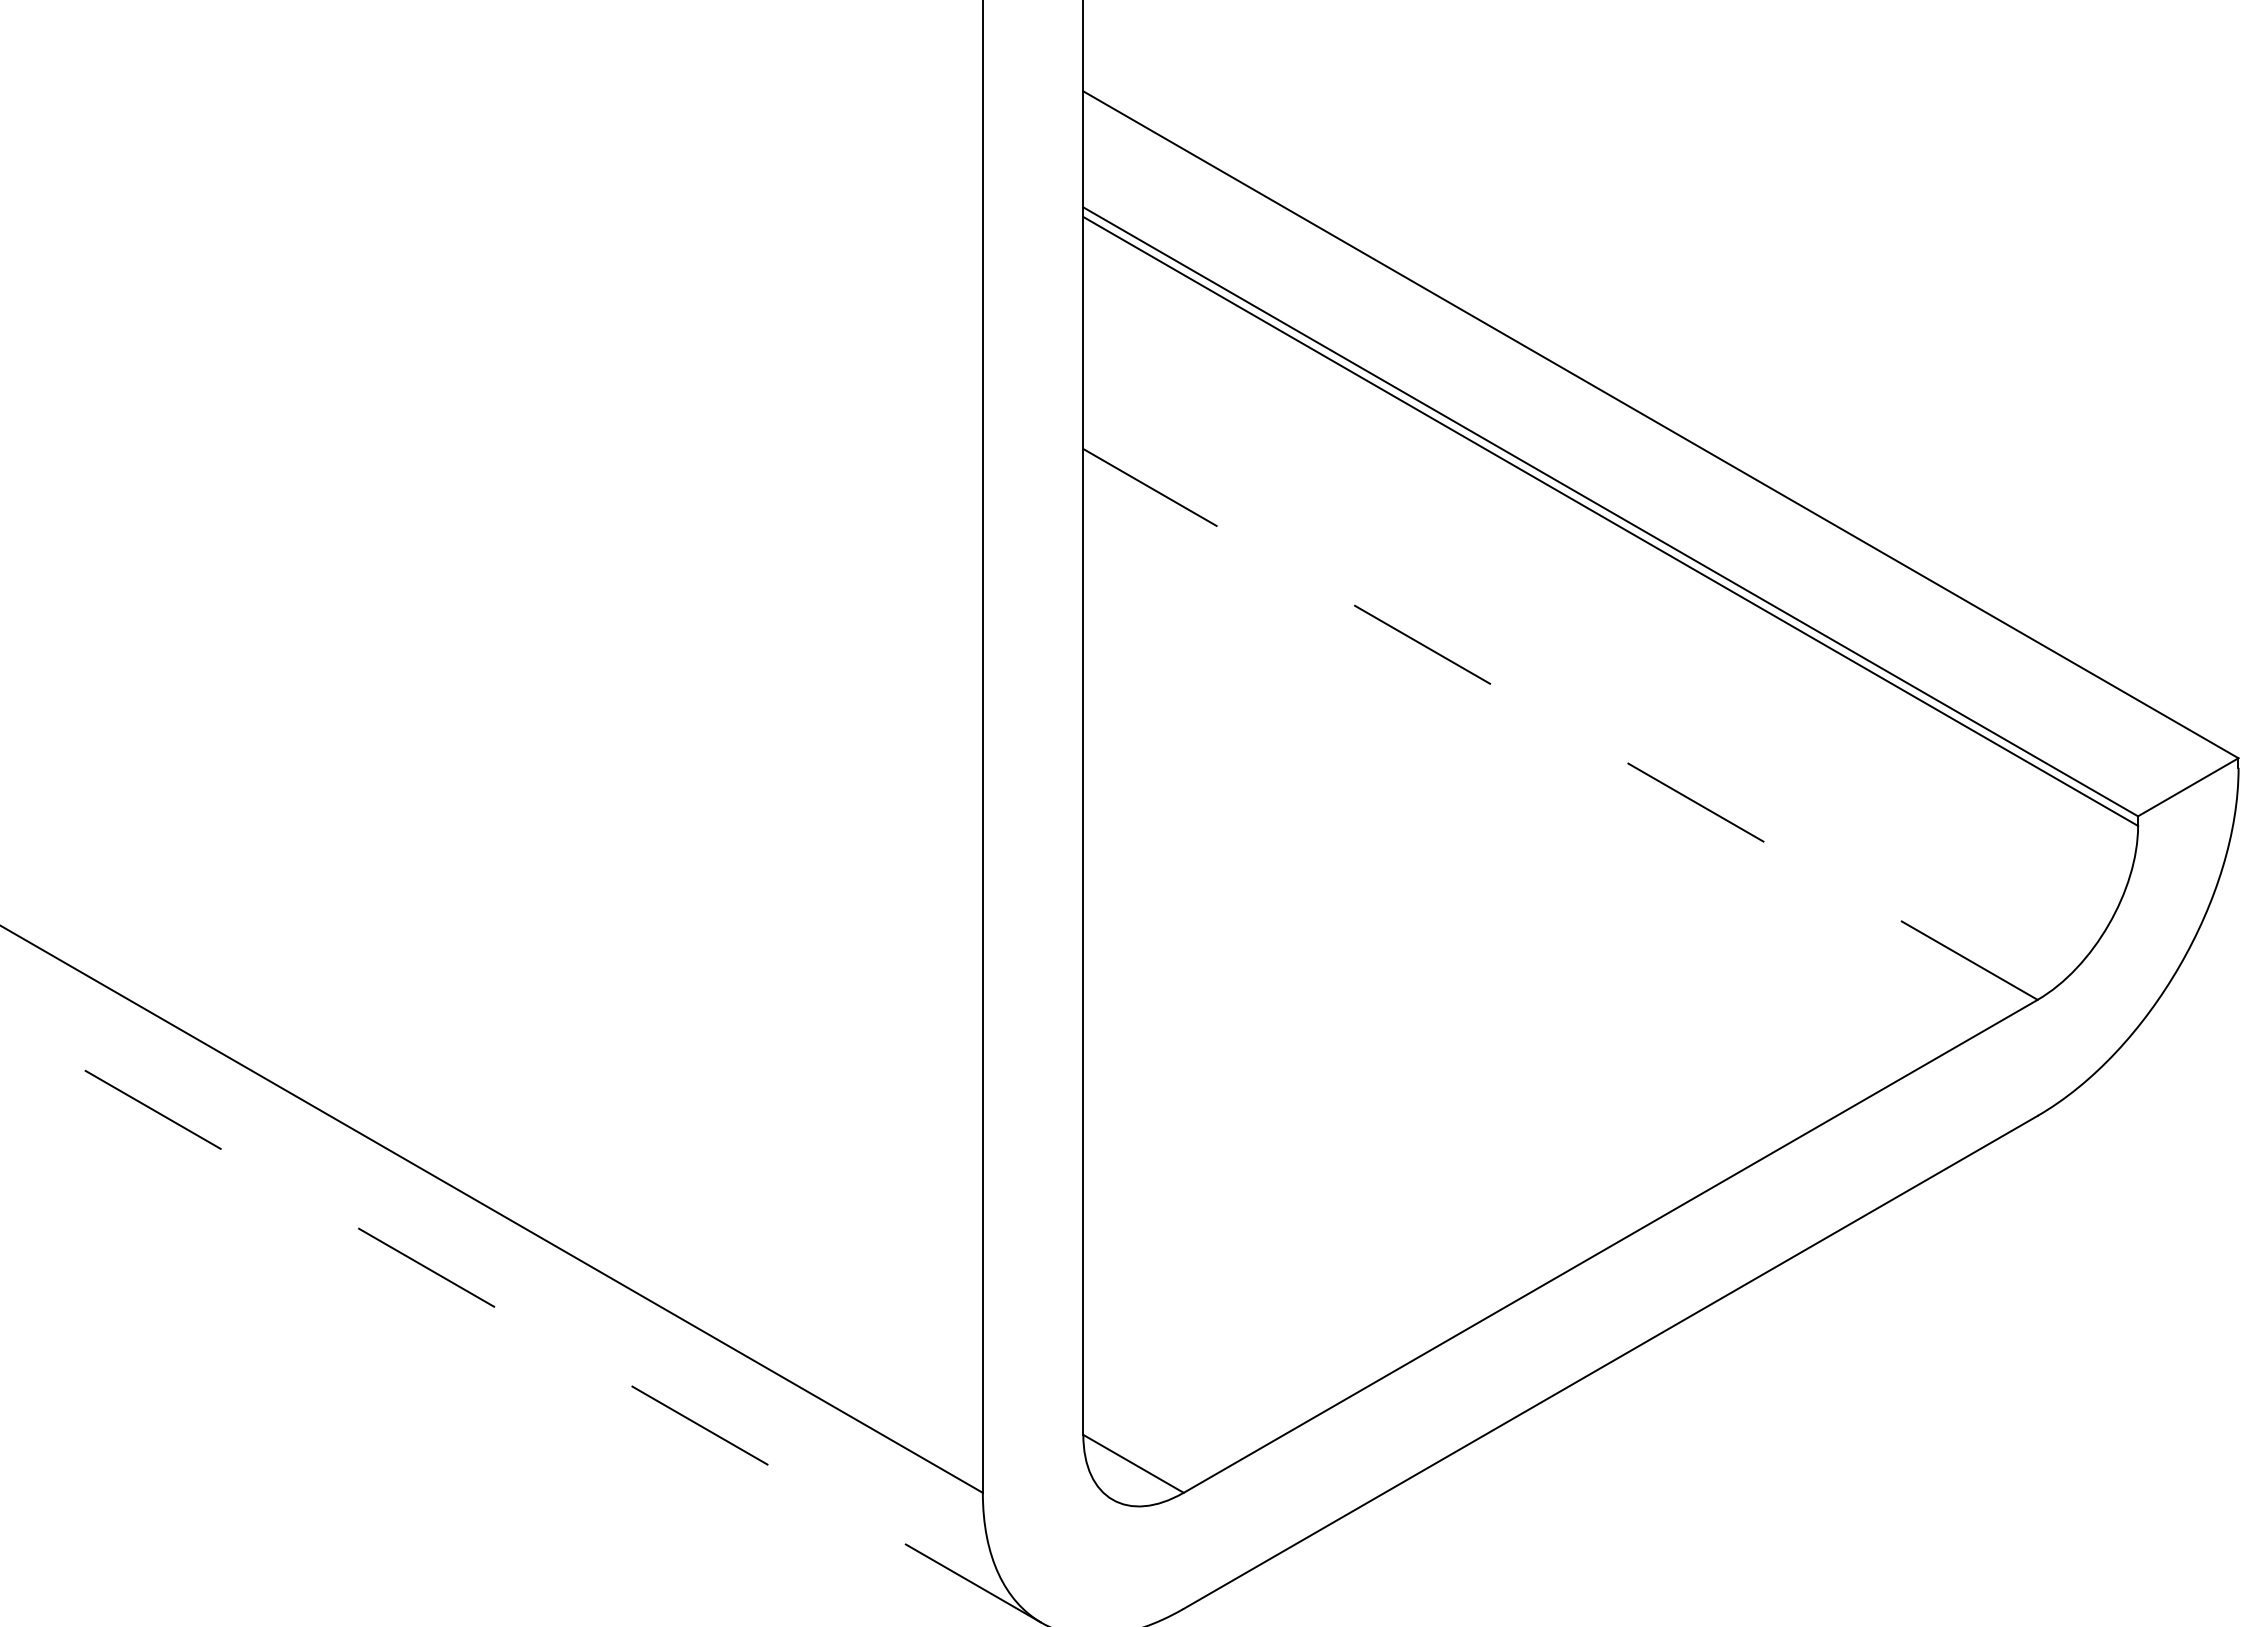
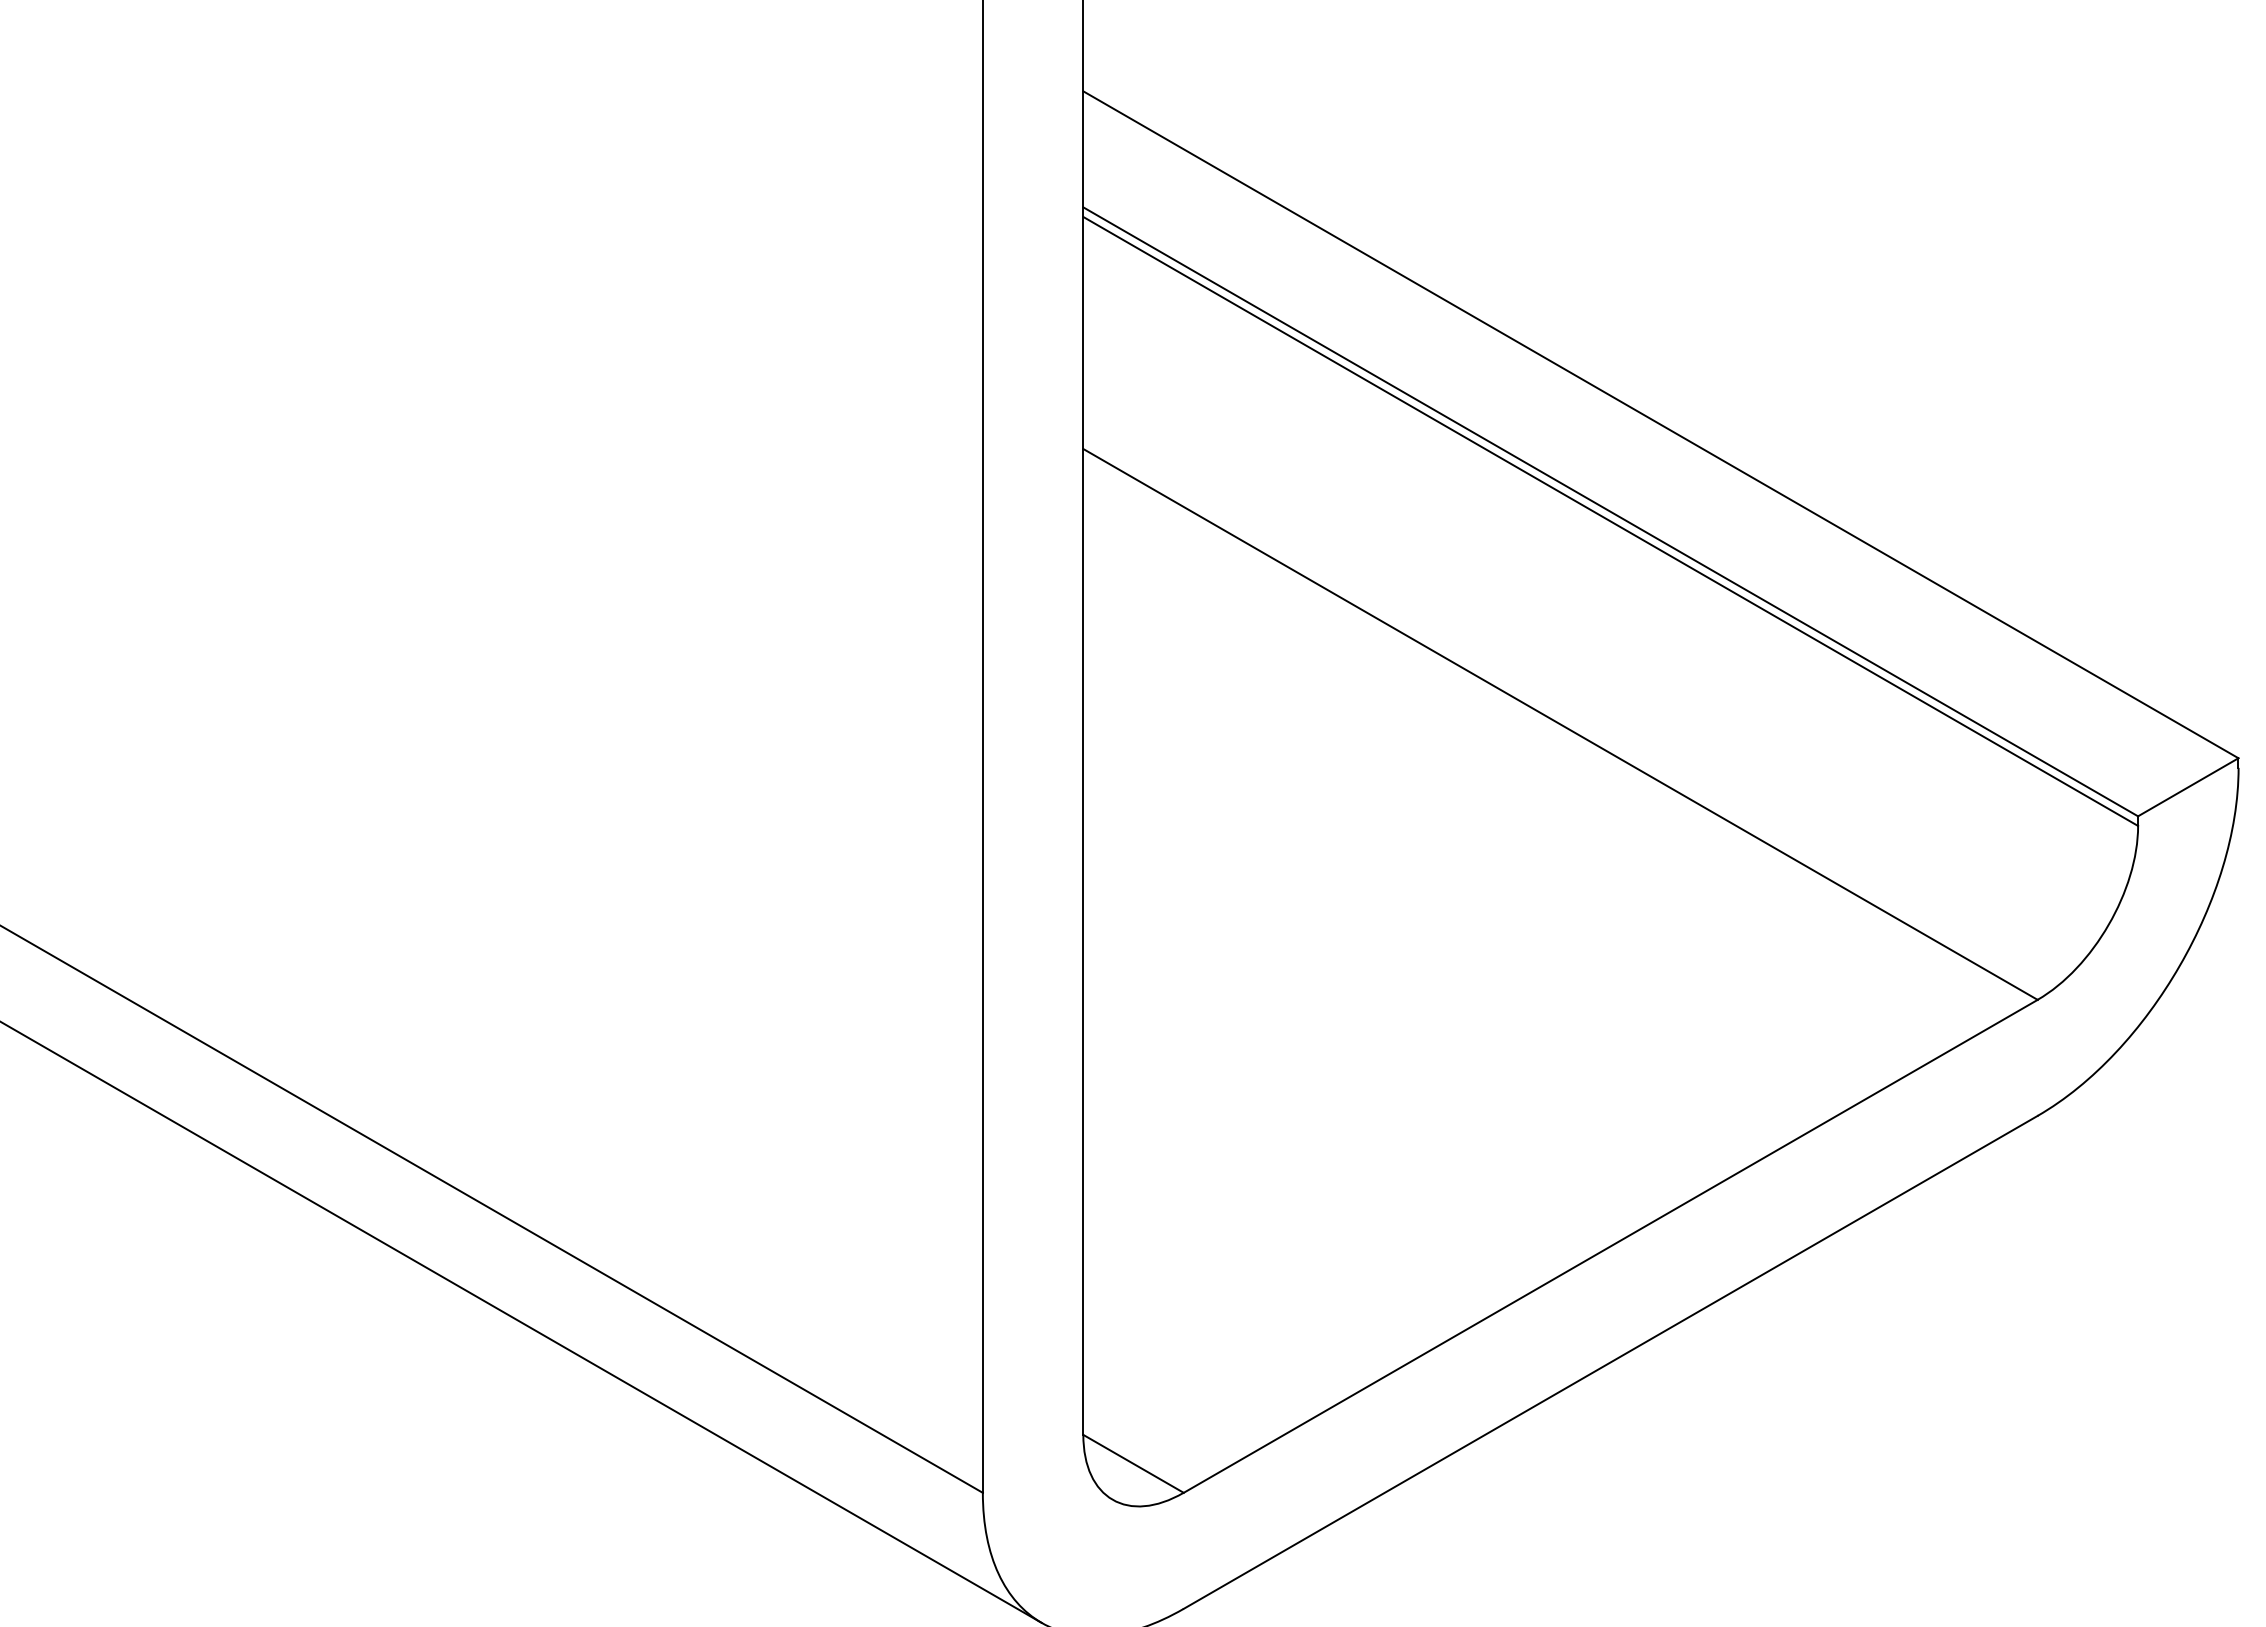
line at (1560, 724): dashed -> solid
line at (520, 1321): dashed -> solid
